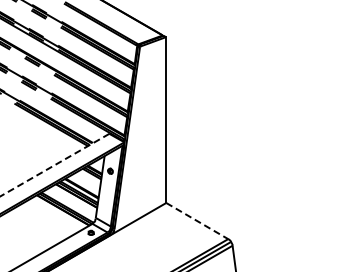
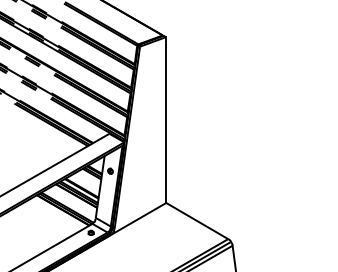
line at (54, 165): dashed -> solid
line at (197, 221): dashed -> solid
